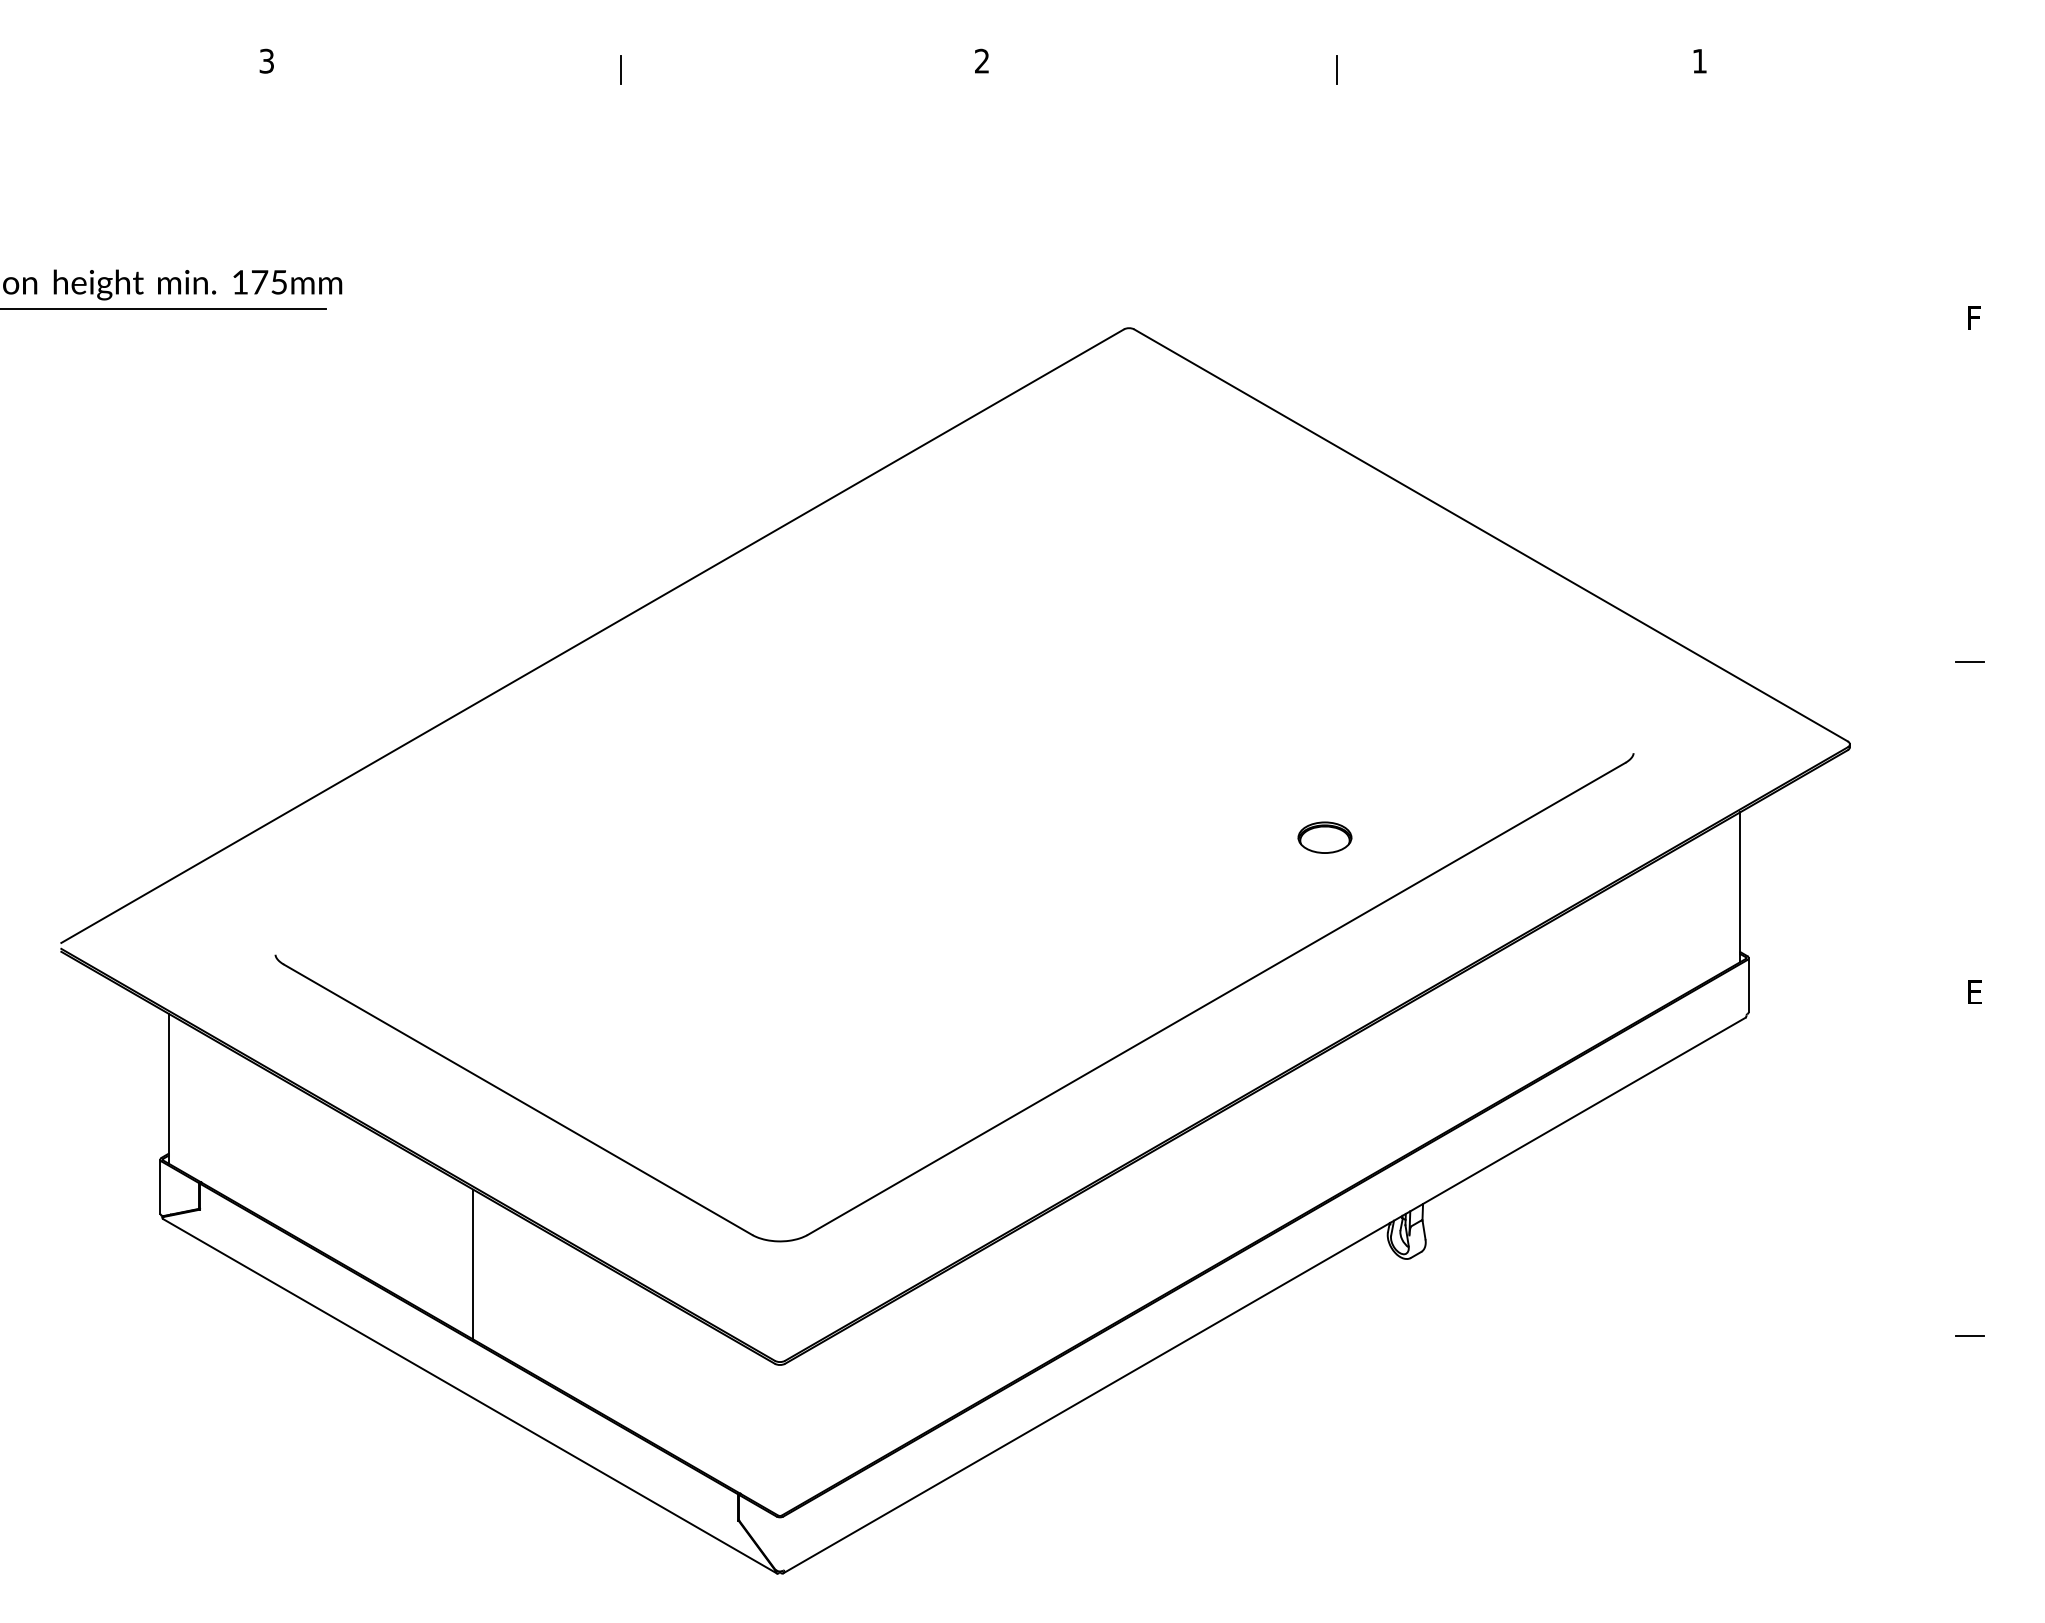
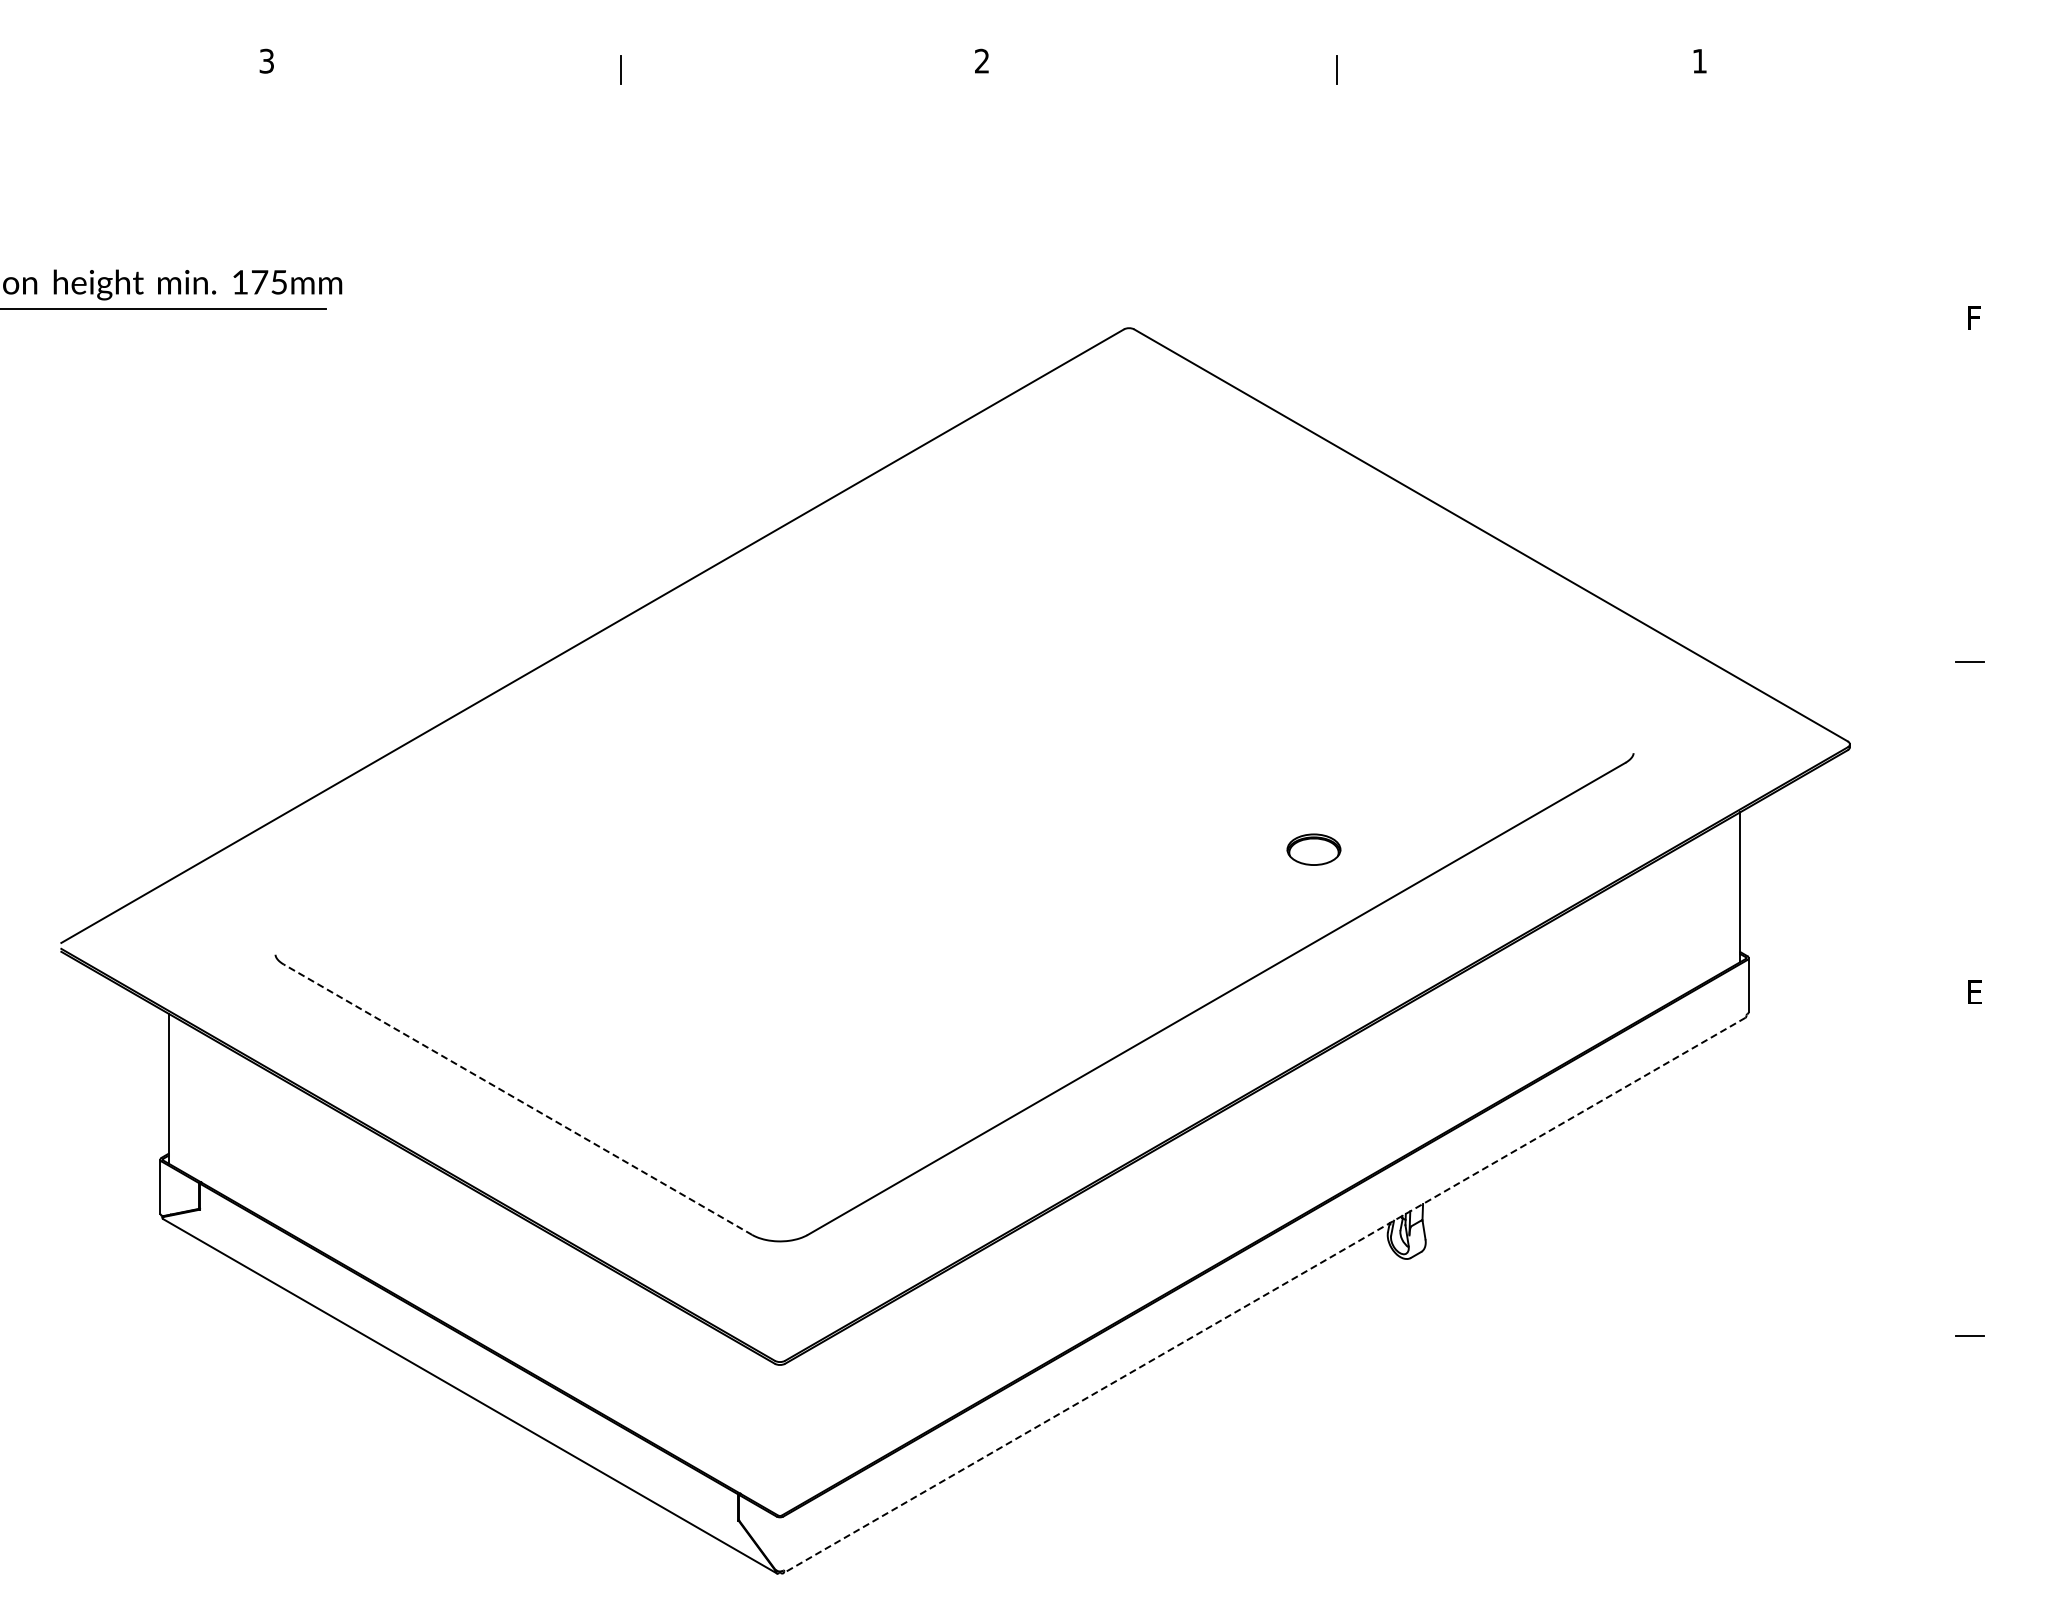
part at (1324, 837) position: (1324, 837) -> (1313, 849)
line at (517, 1099): solid -> dashed
line at (473, 1264): present -> none
line at (1264, 1295): solid -> dashed
